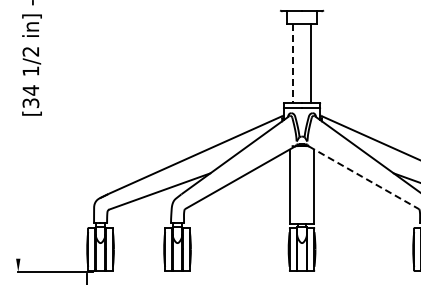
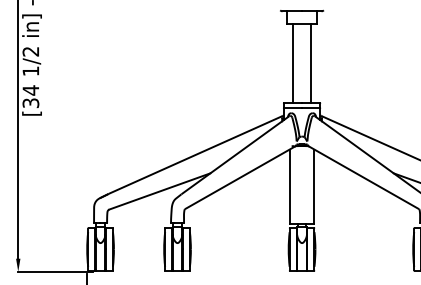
line at (292, 63): dashed -> solid
line at (18, 130): none -> present
line at (364, 177): dashed -> solid
